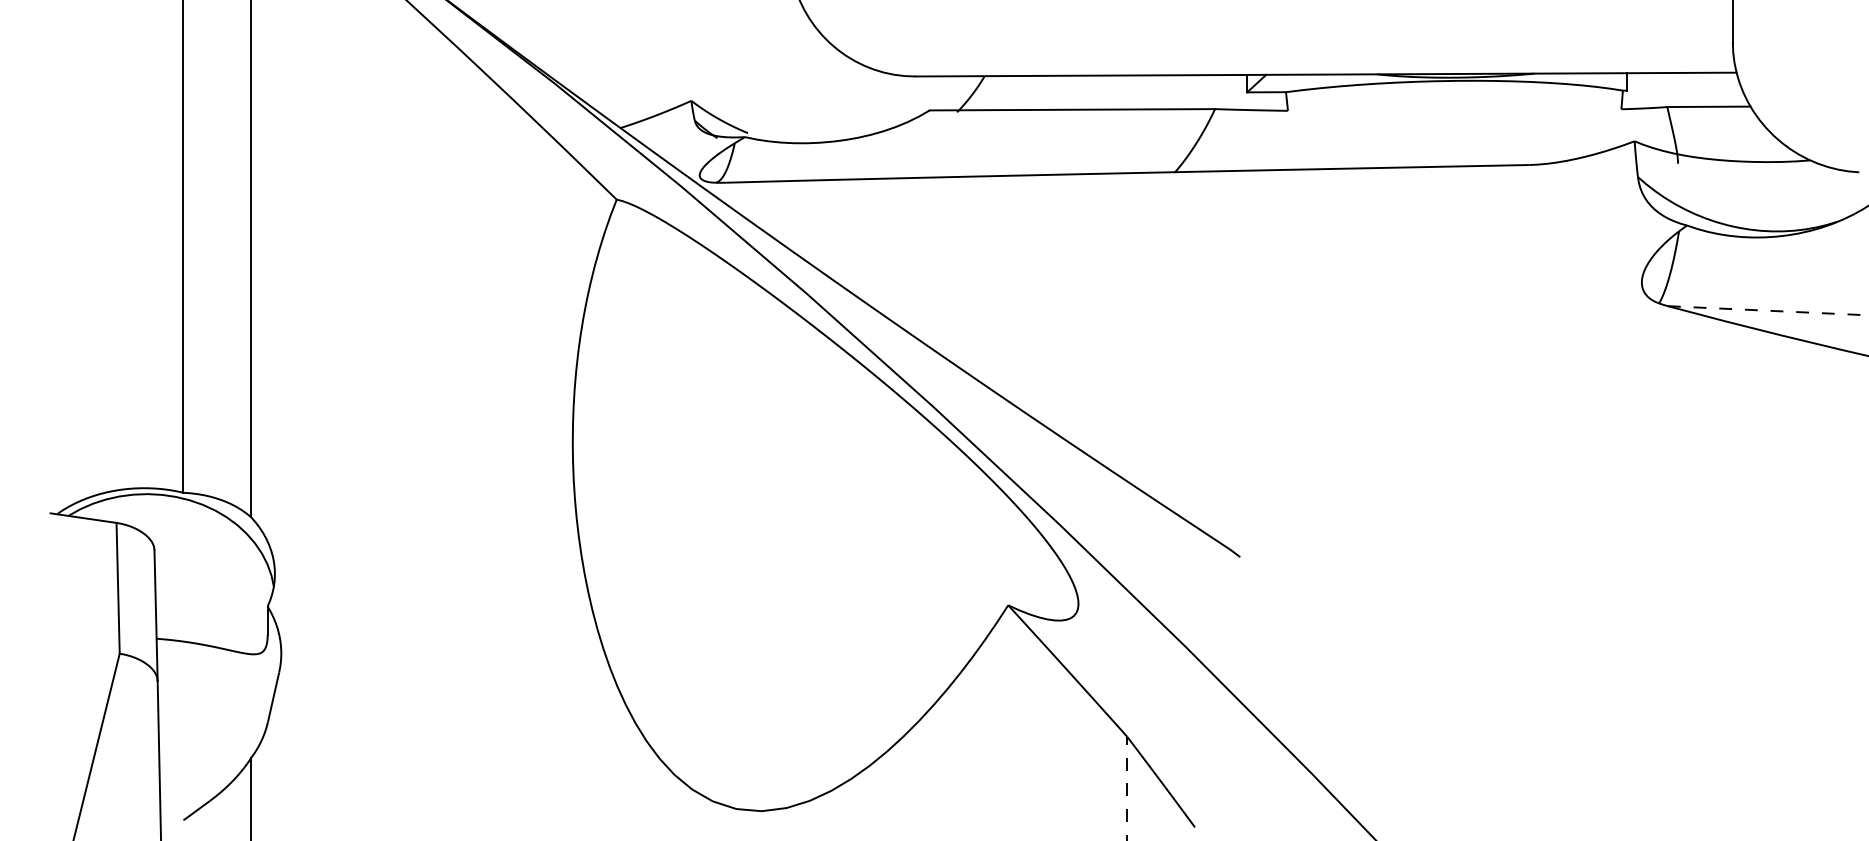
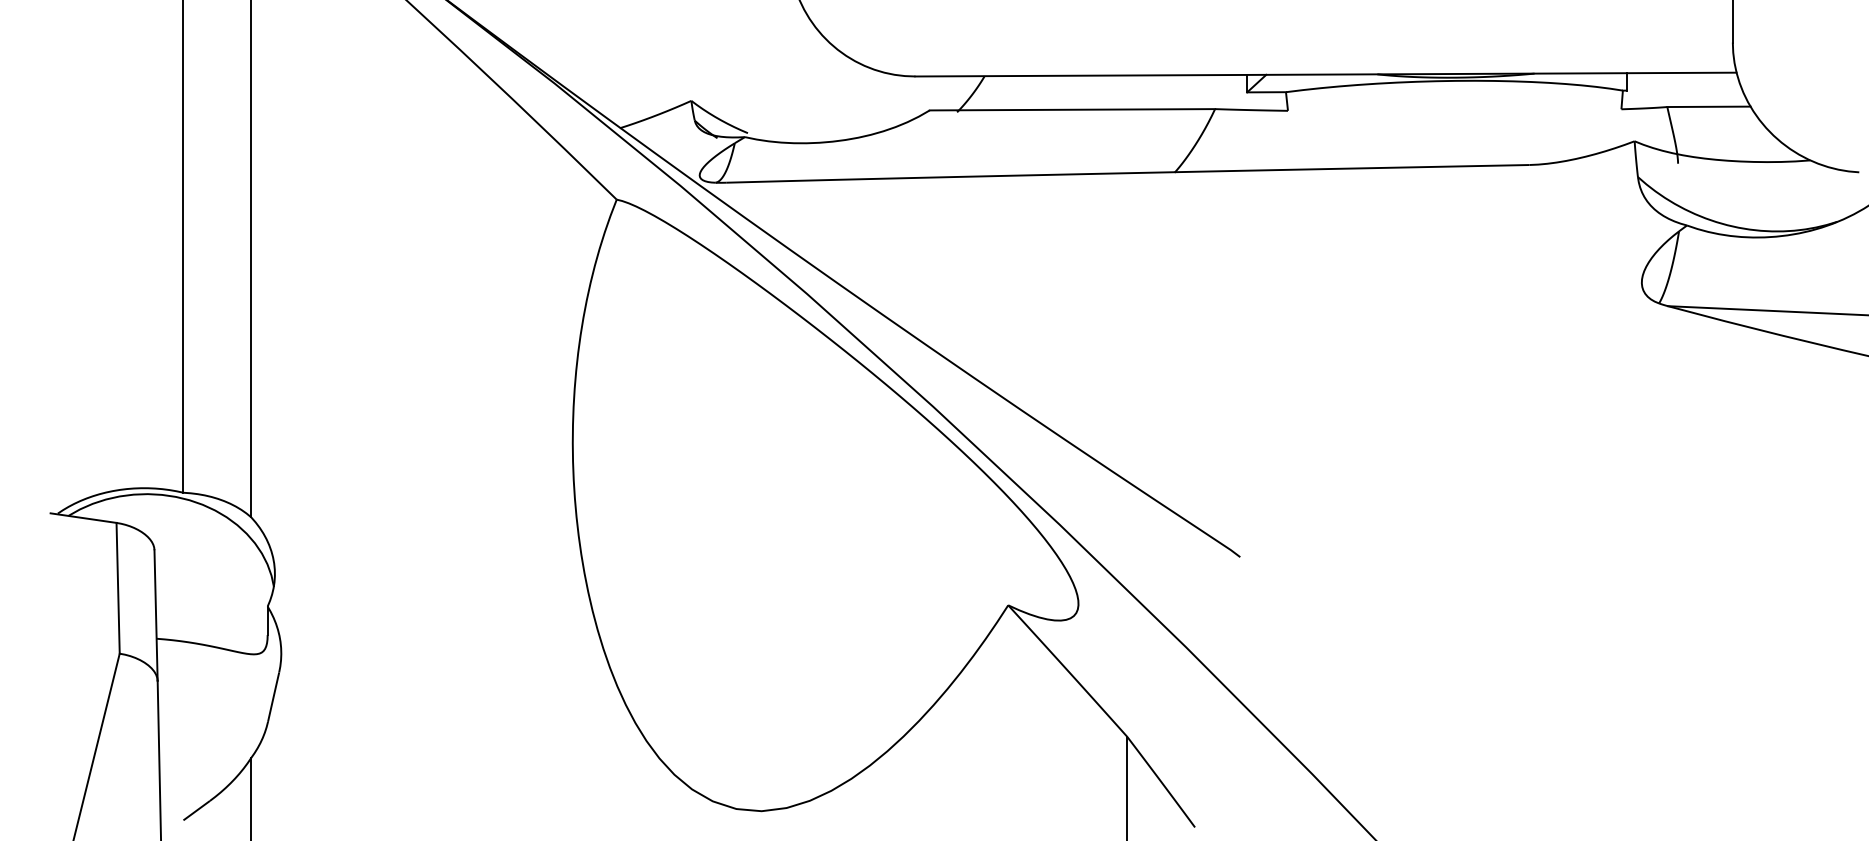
line at (1768, 310): dashed -> solid
line at (1127, 788): dashed -> solid
